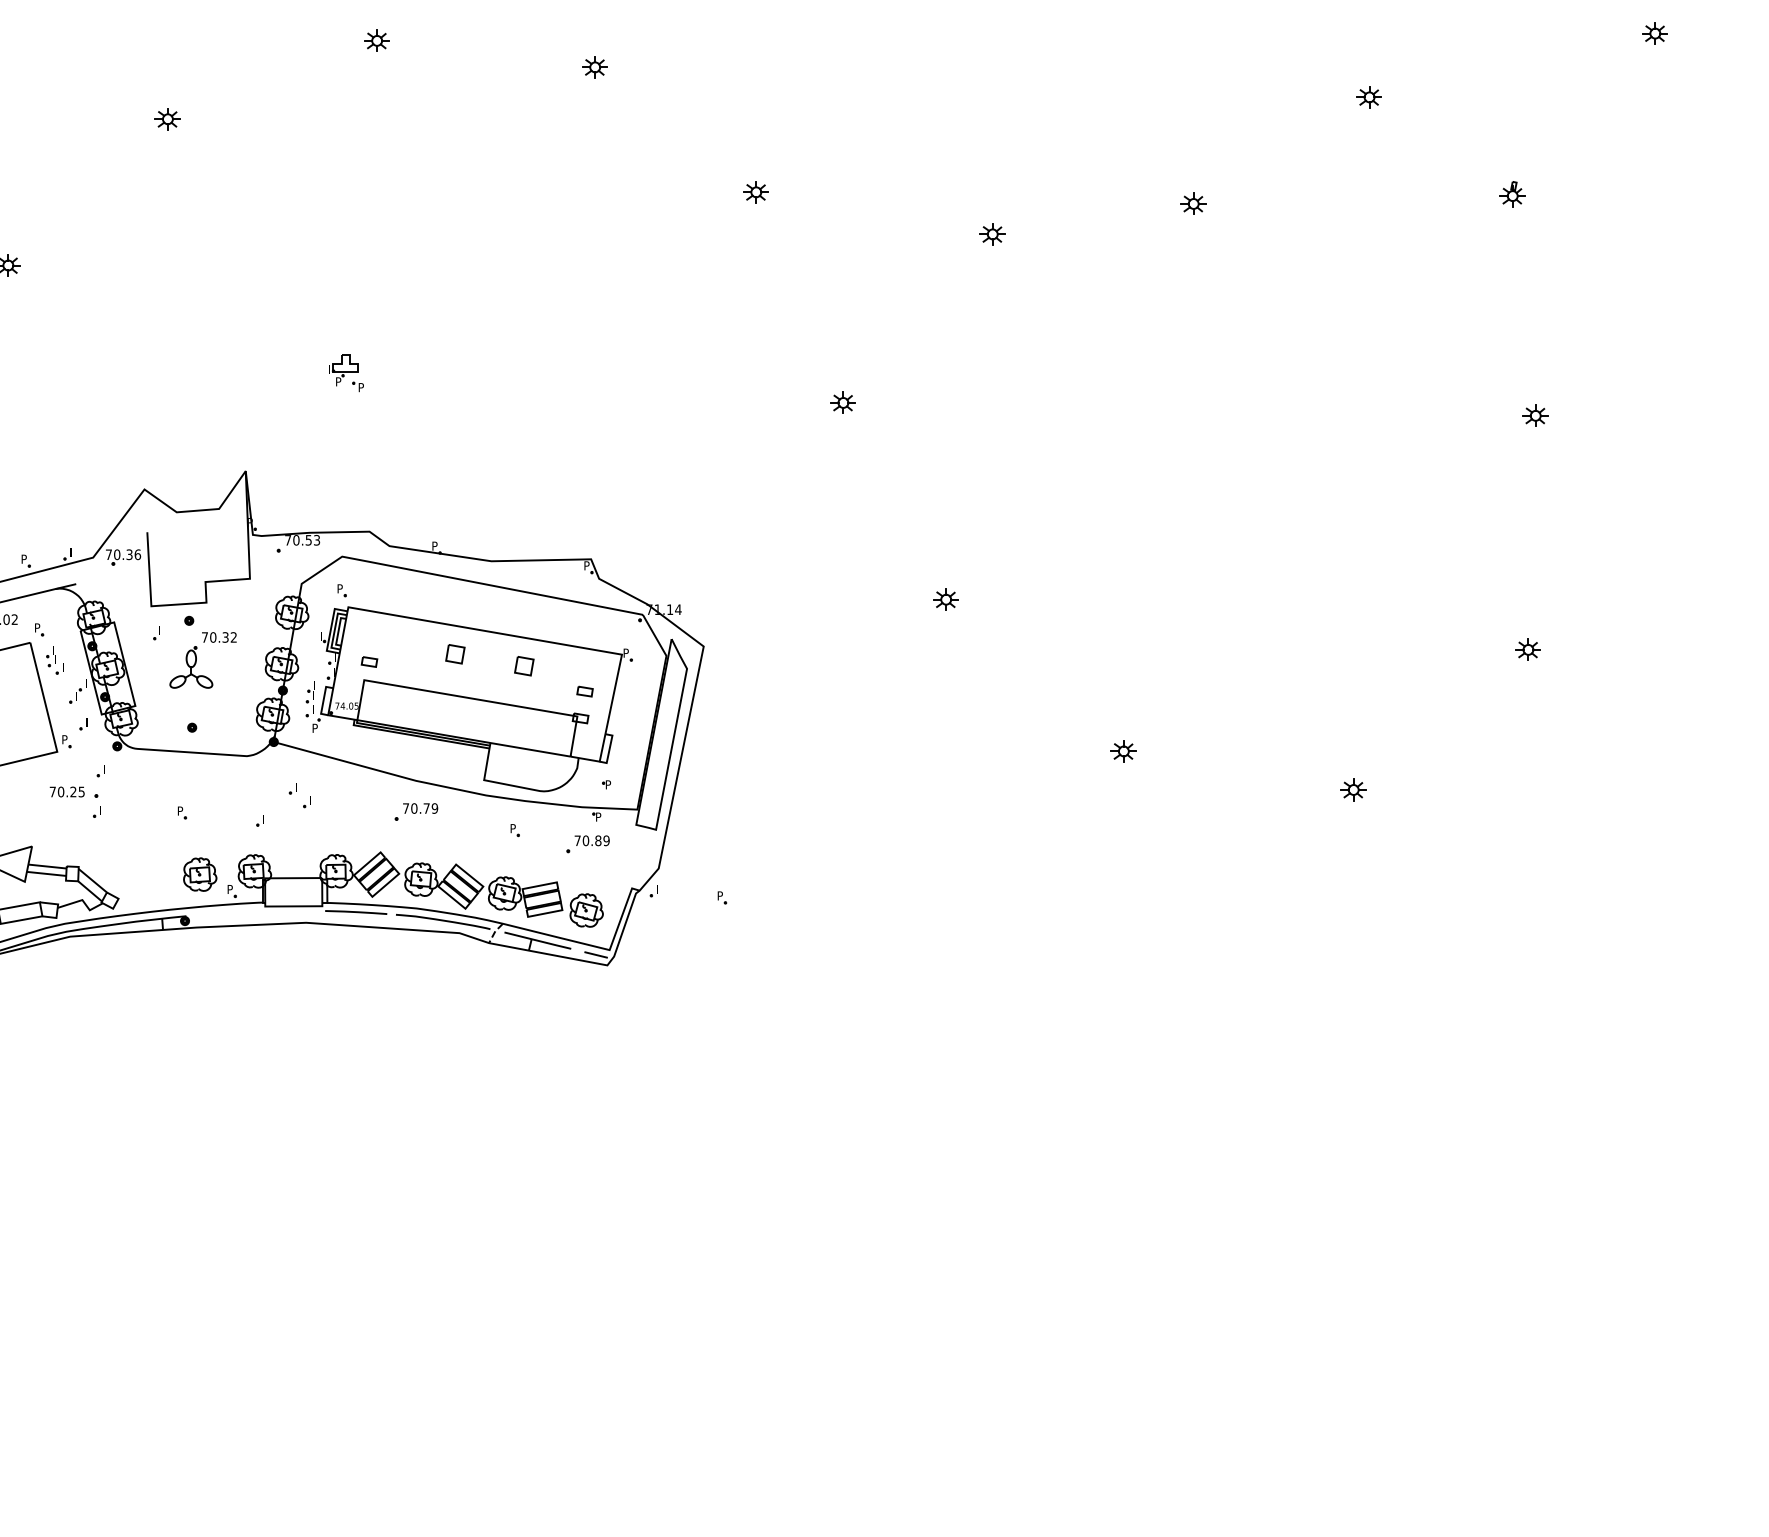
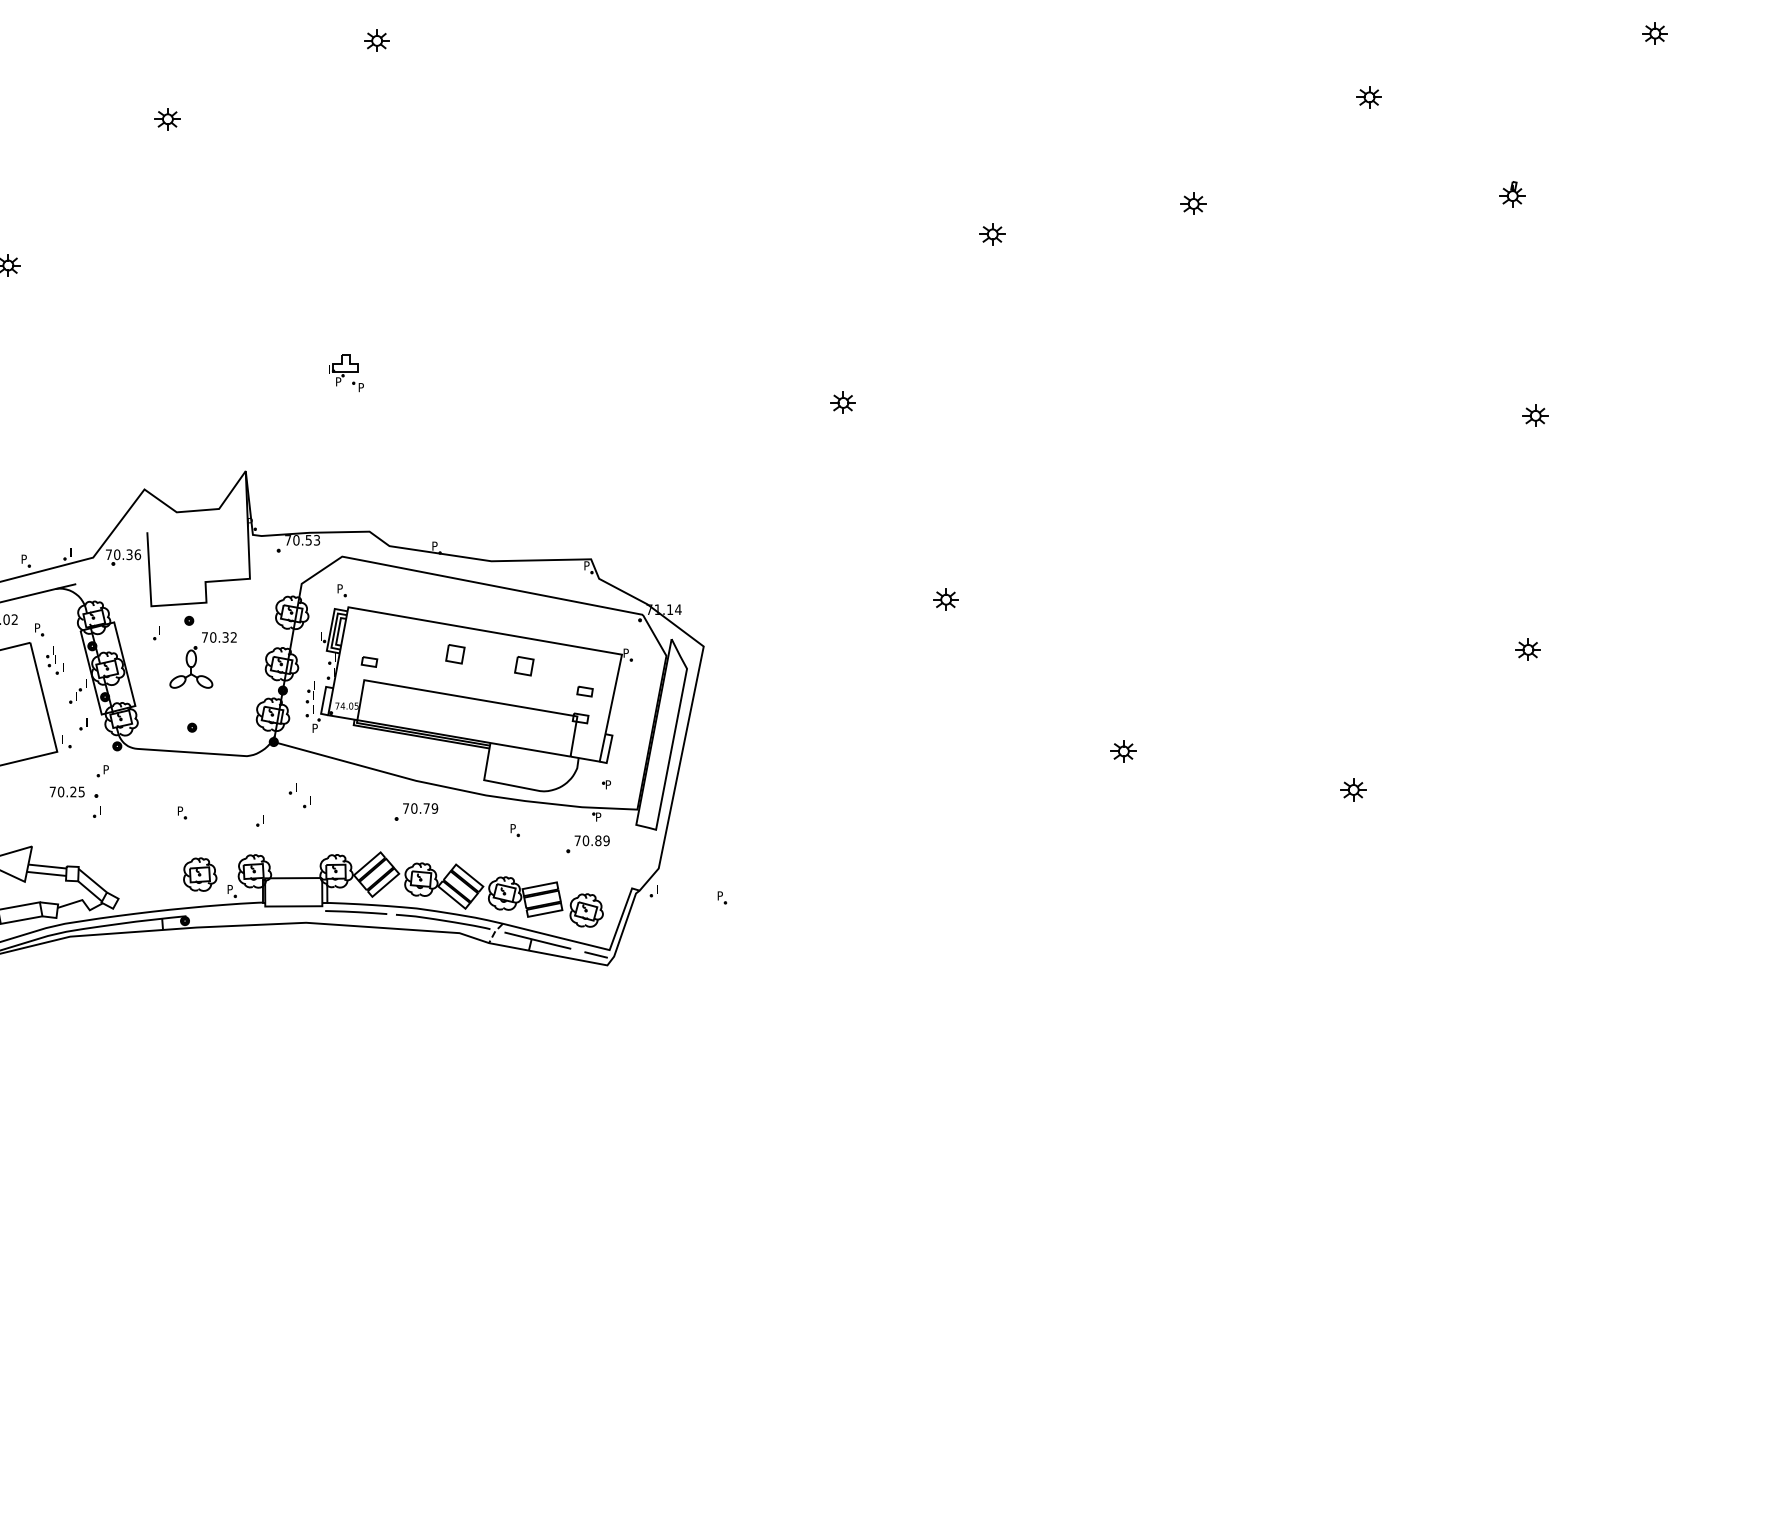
part at (594, 67): present -> none
part at (755, 192): present -> none
text at (64, 739): P -> I
text at (105, 769): I -> P
